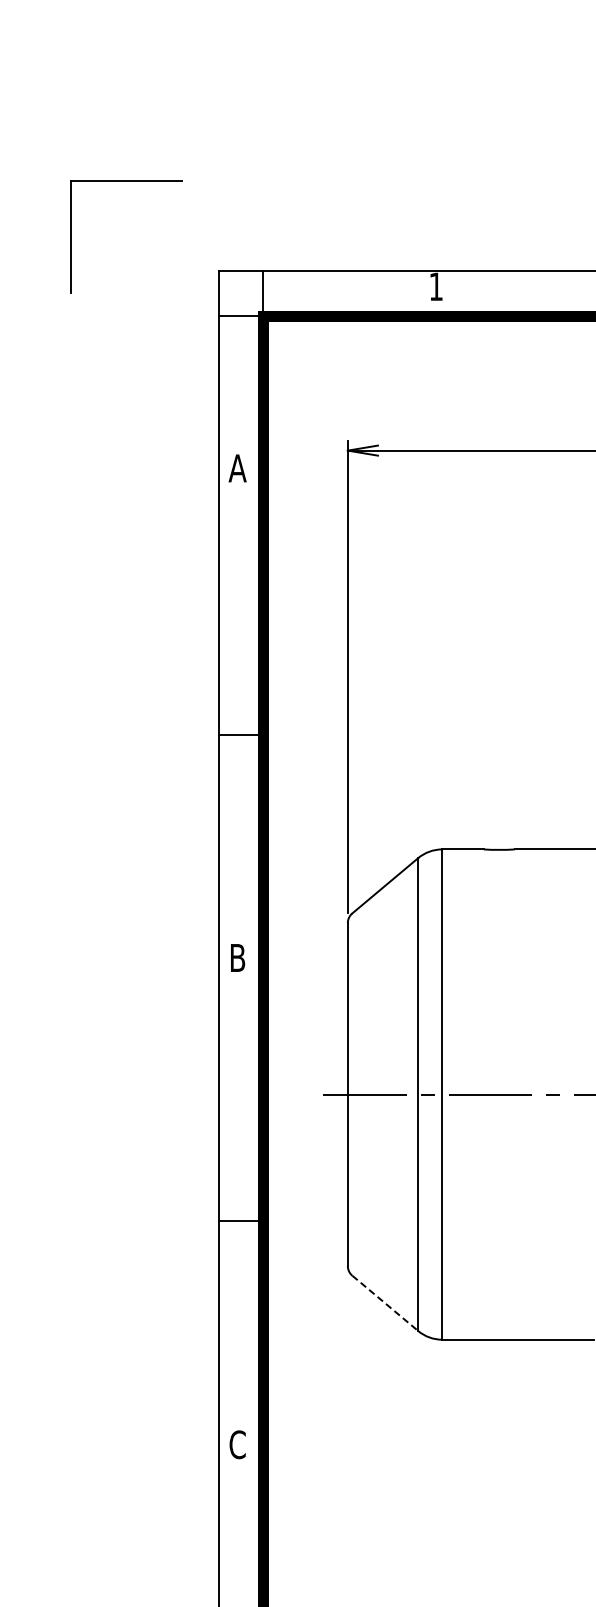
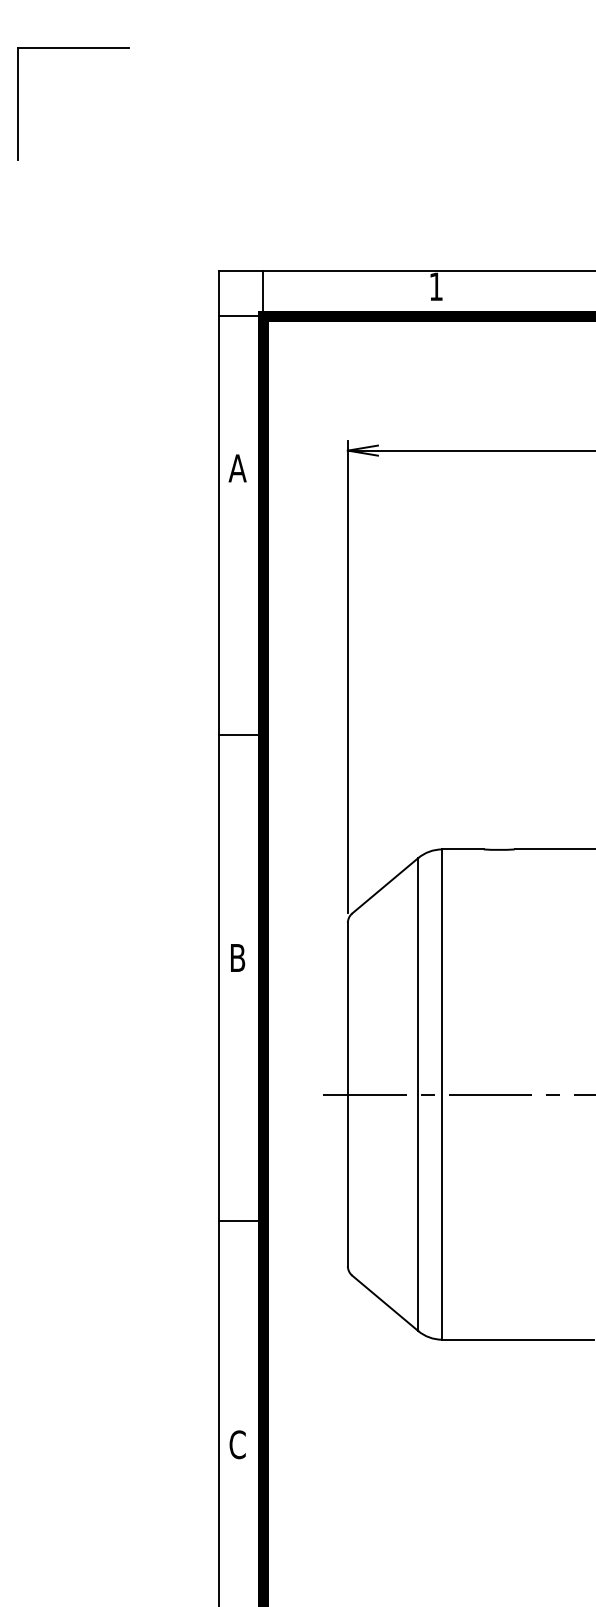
part at (126, 181) position: (126, 181) -> (73, 48)
line at (385, 1303): dashed -> solid
